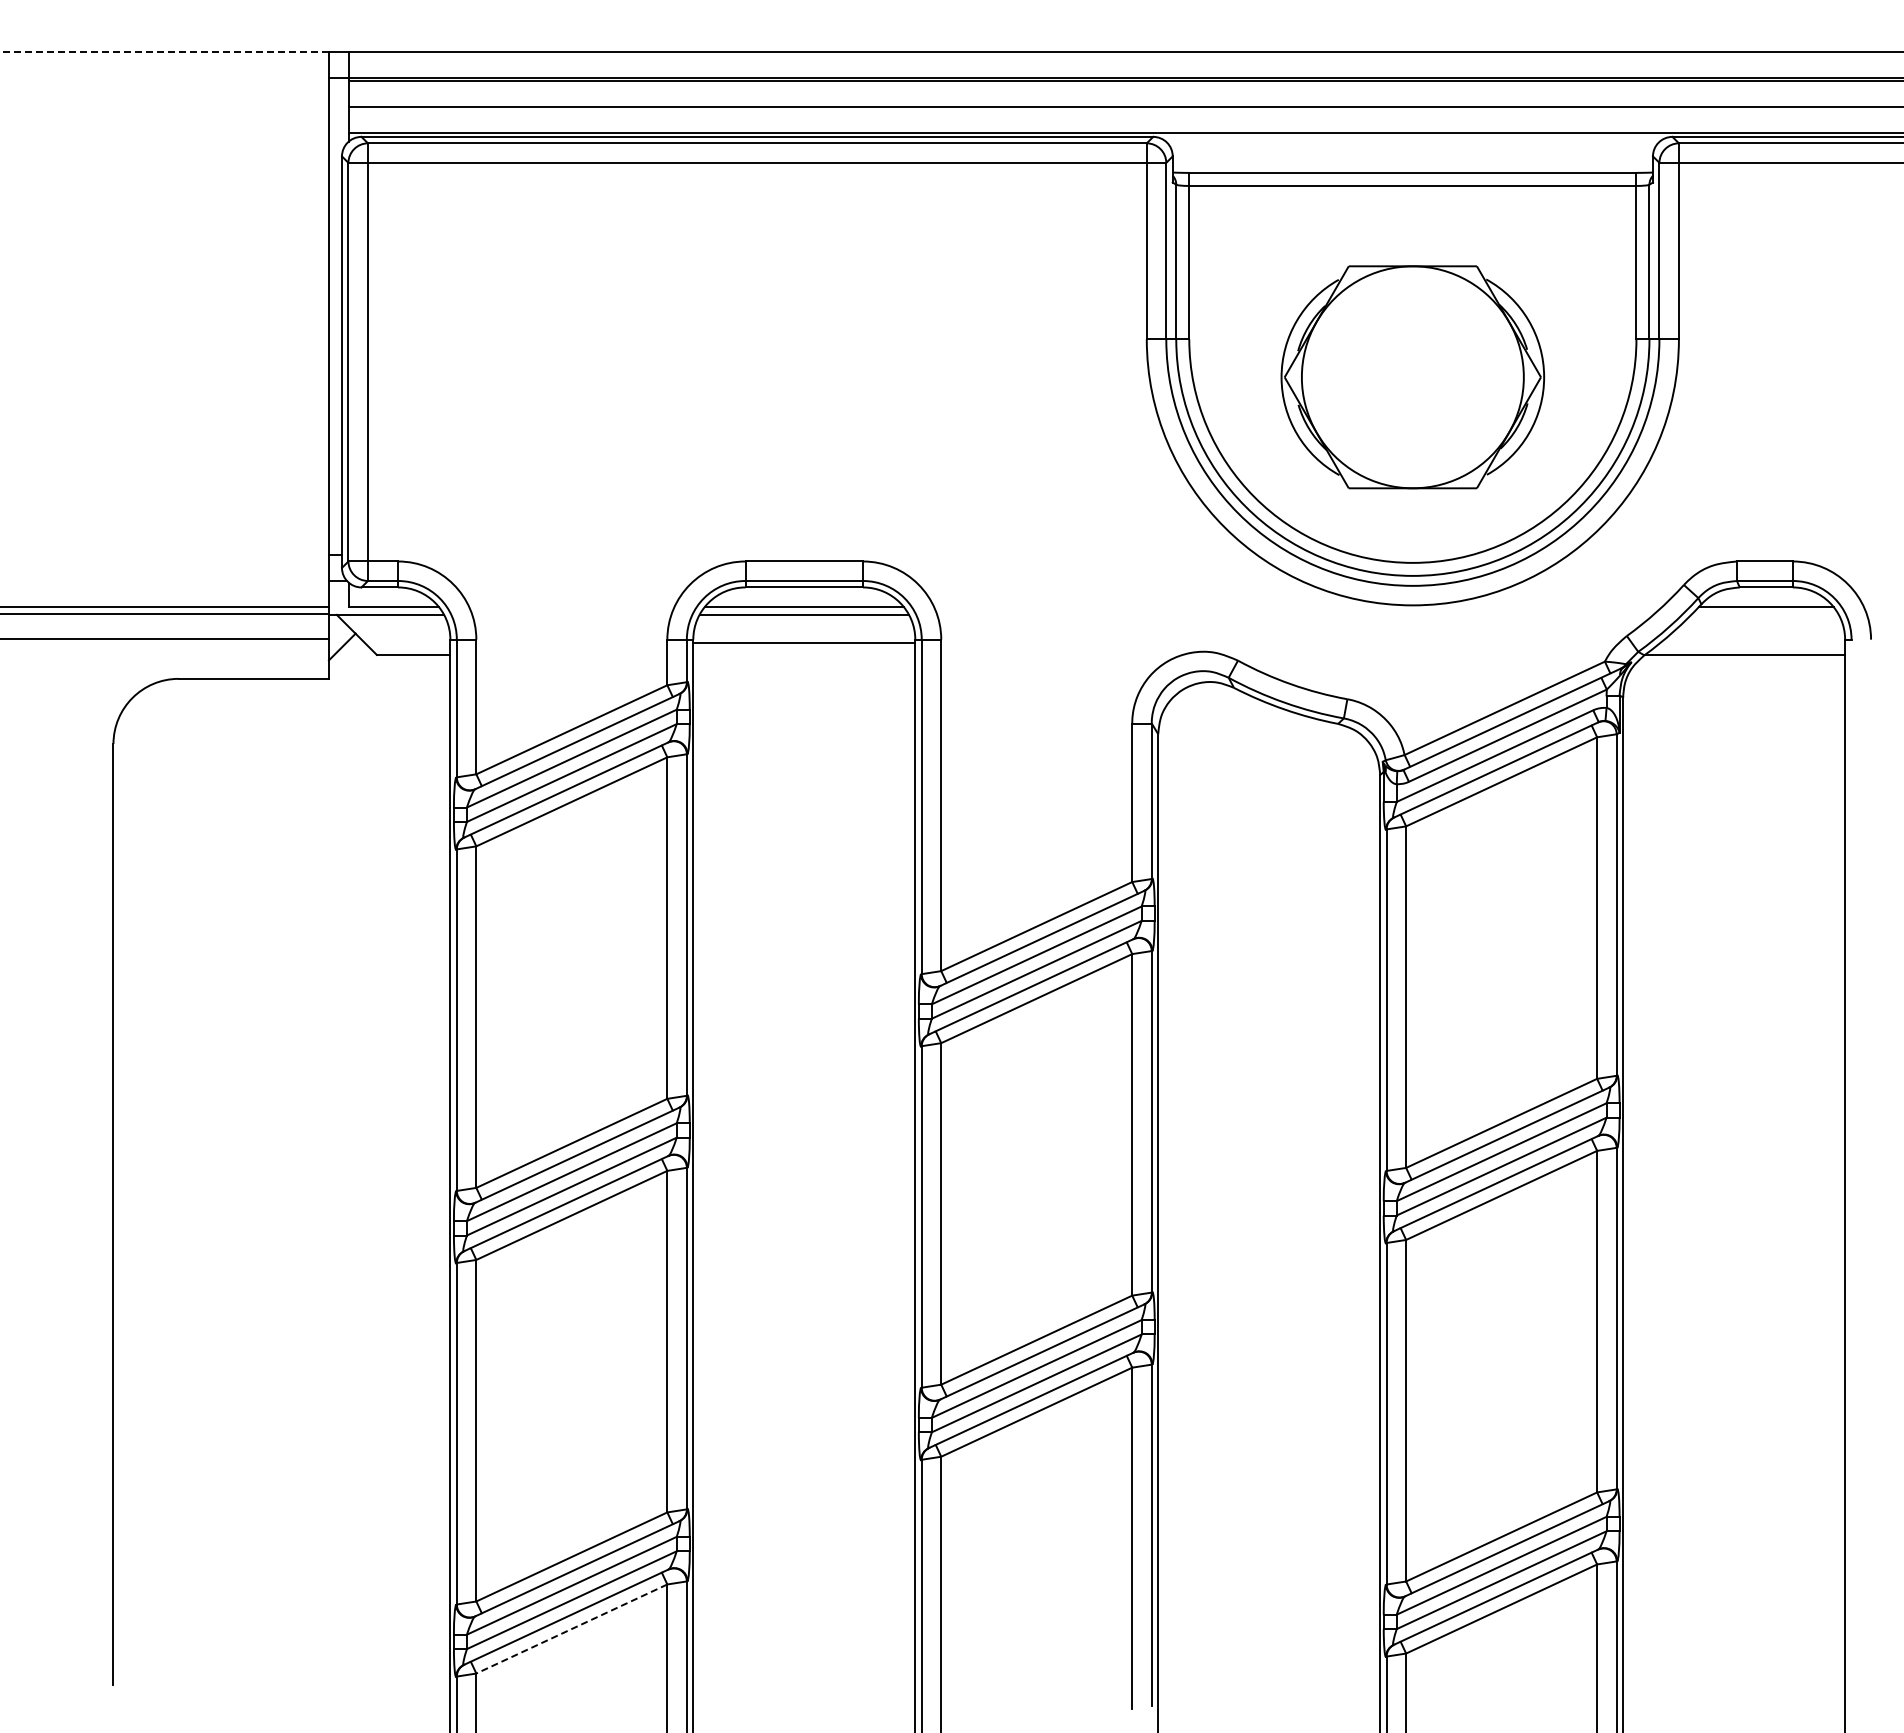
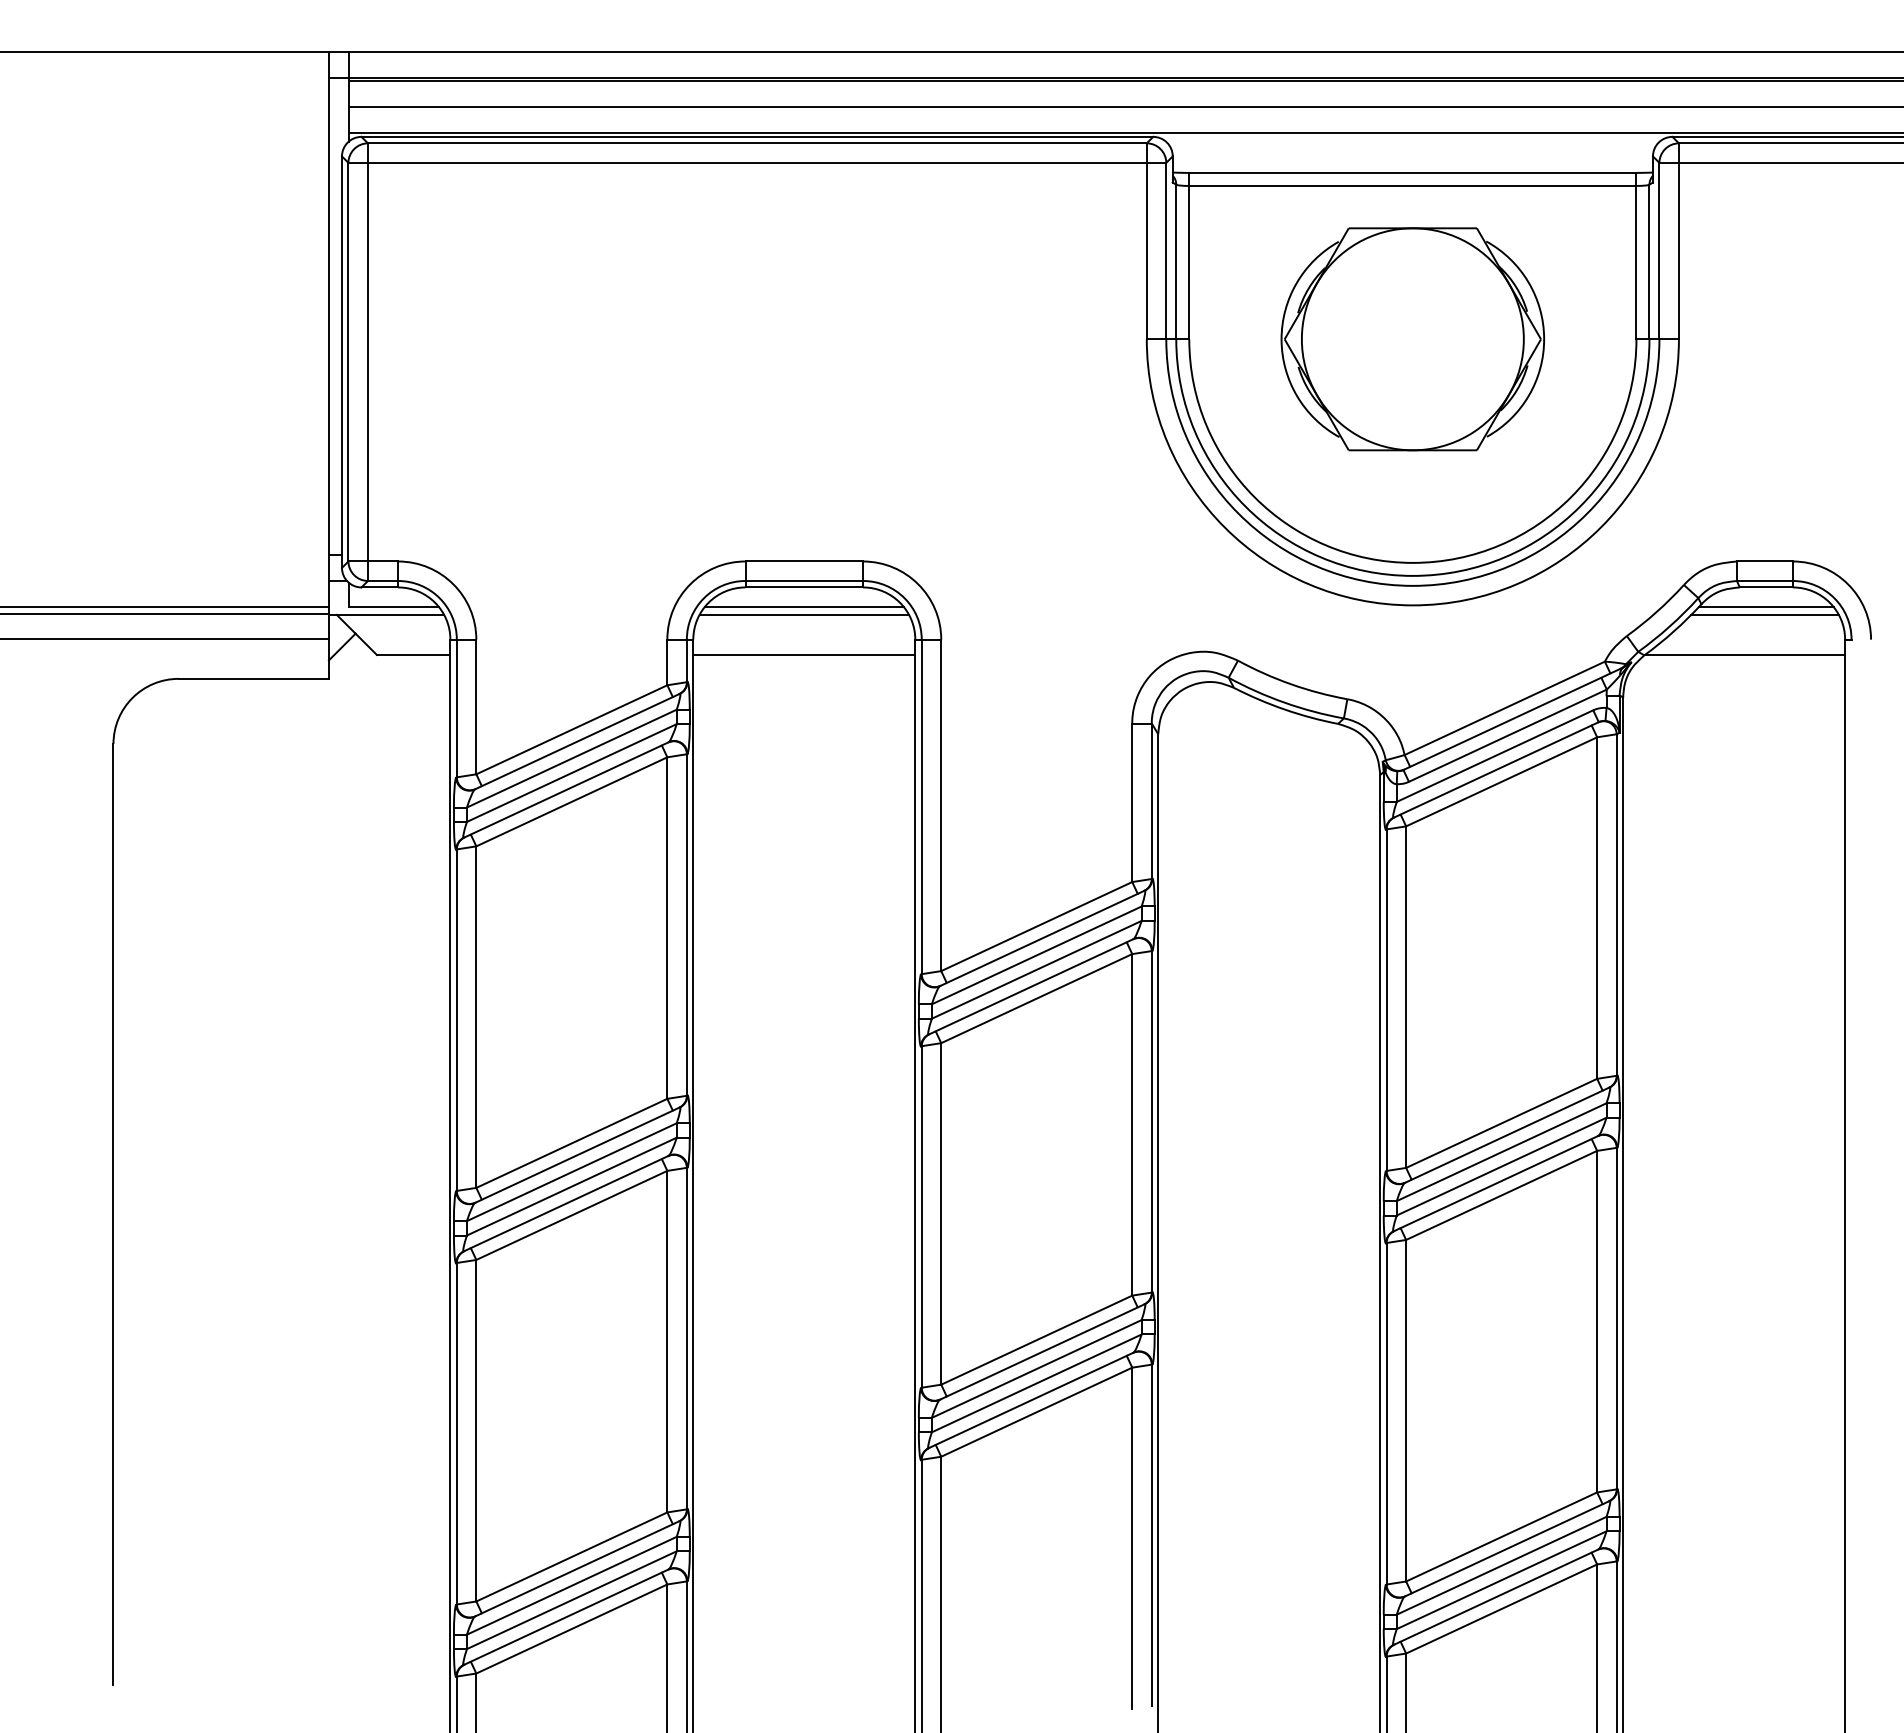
line at (164, 52): dashed -> solid
part at (1412, 377) position: (1412, 377) -> (1412, 339)
line at (1764, 614): none -> present
line at (804, 642) position: (804, 642) -> (804, 654)
line at (571, 1629): dashed -> solid
